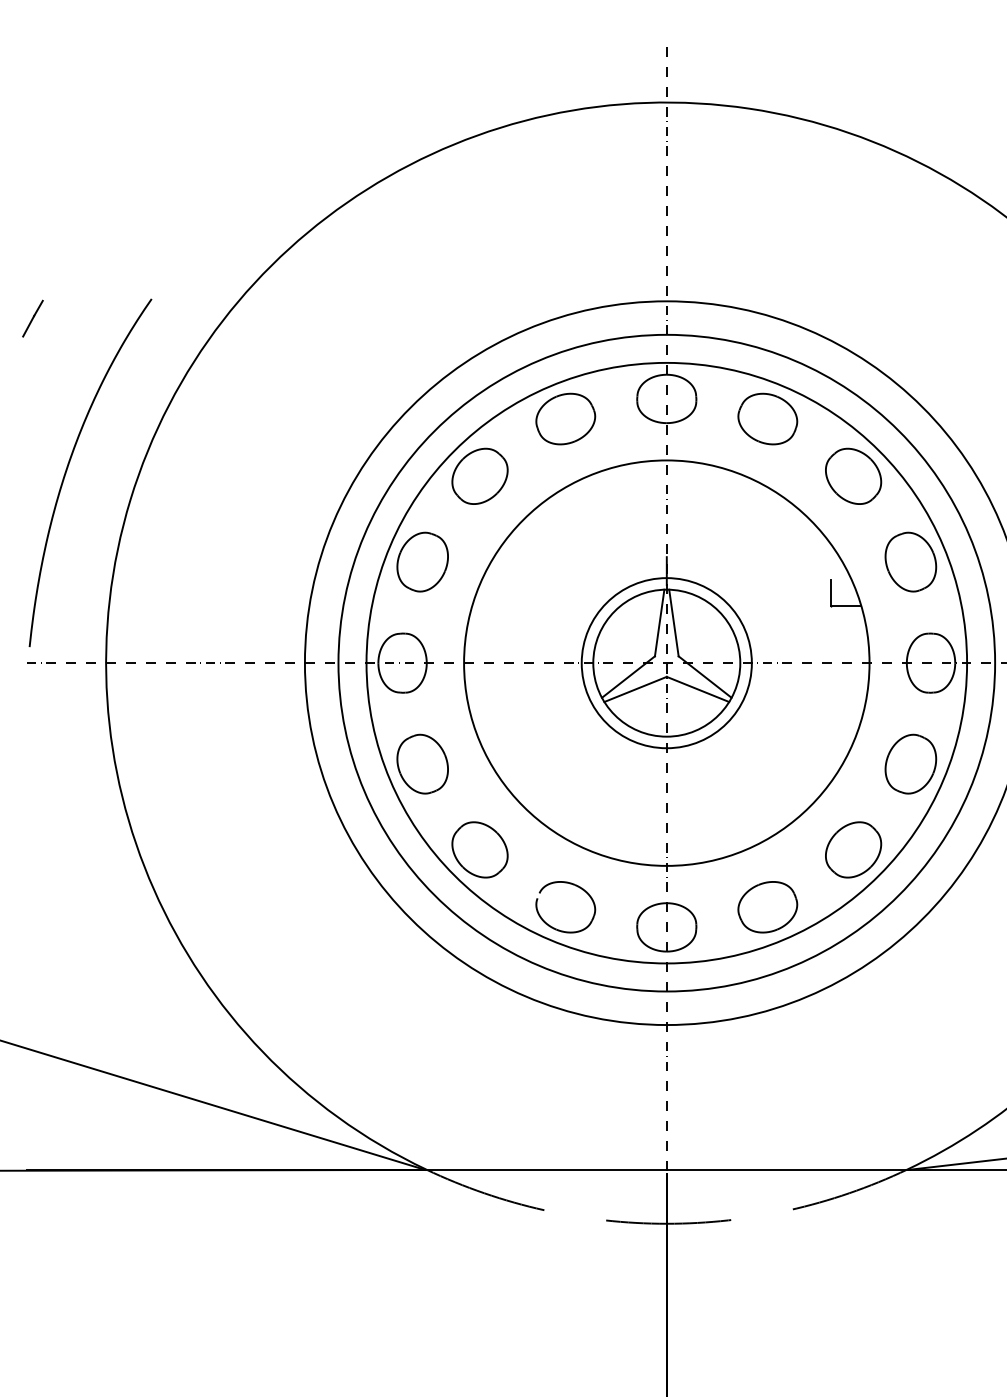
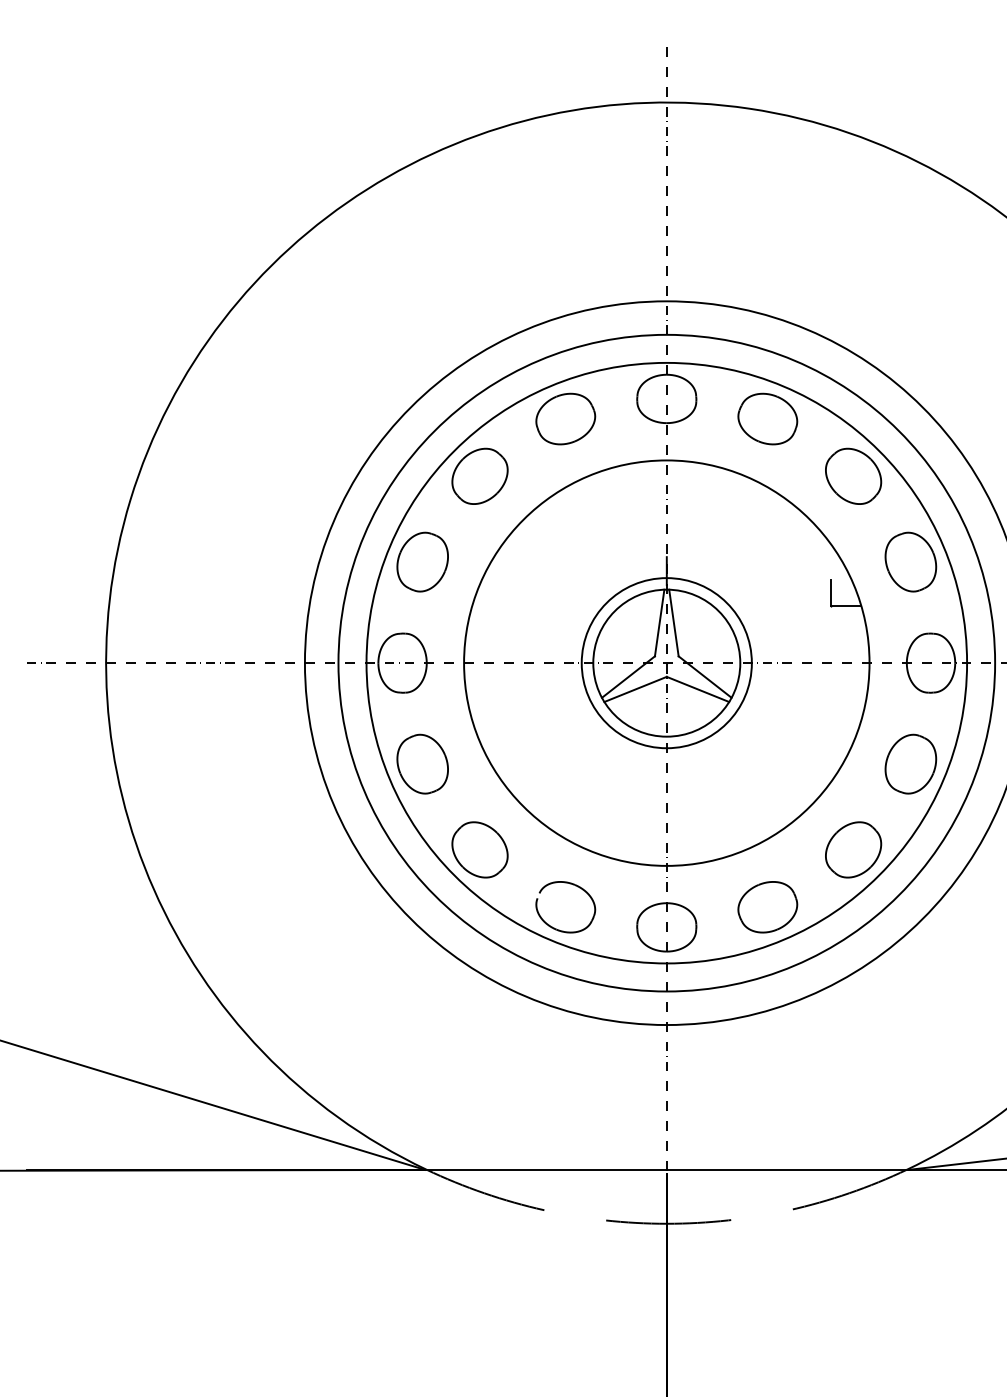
part at (68, 467): present -> none
